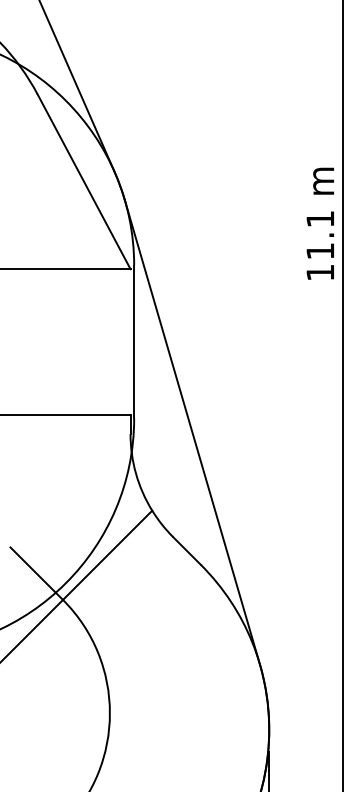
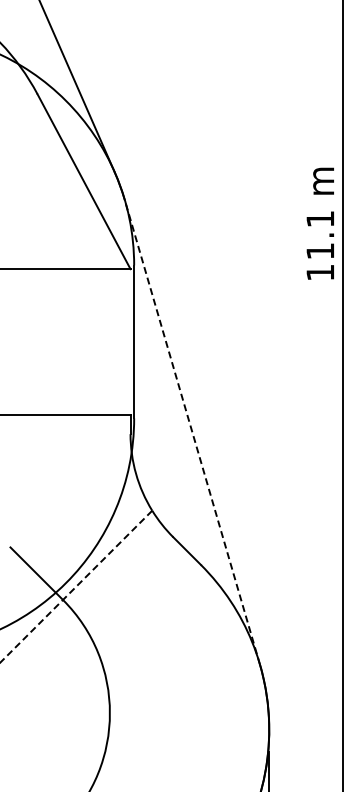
line at (192, 432): solid -> dashed
line at (75, 587): solid -> dashed
